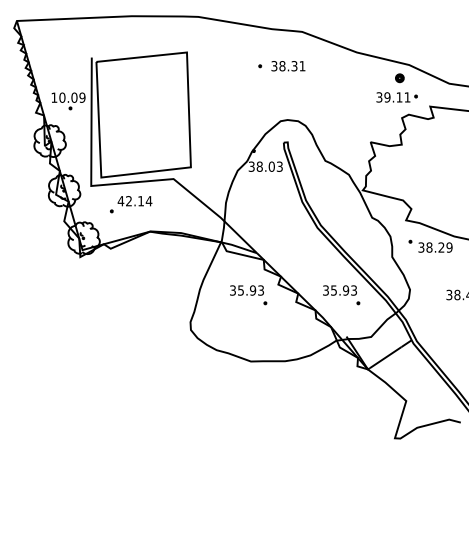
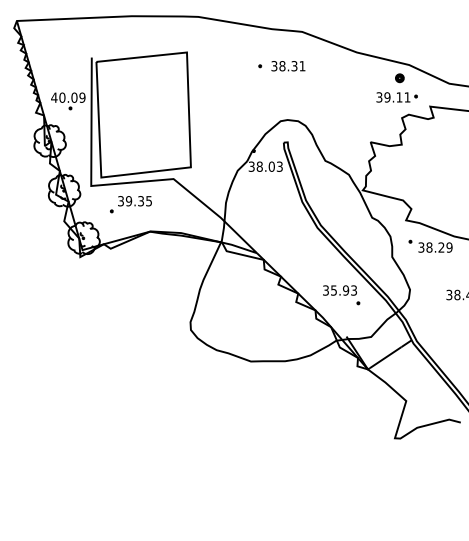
text at (54, 97): 10.09 -> 40.09
text at (134, 201): 42.14 -> 39.35
part at (248, 295): present -> none
